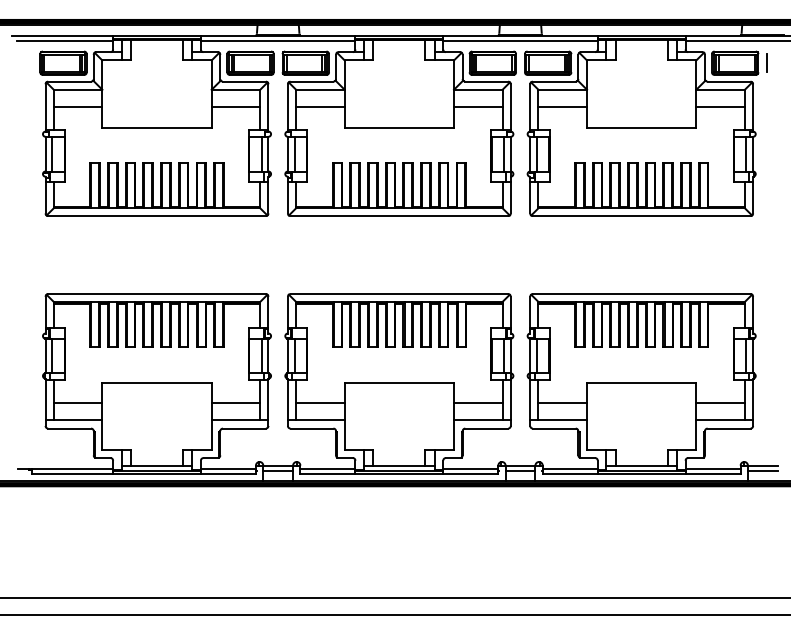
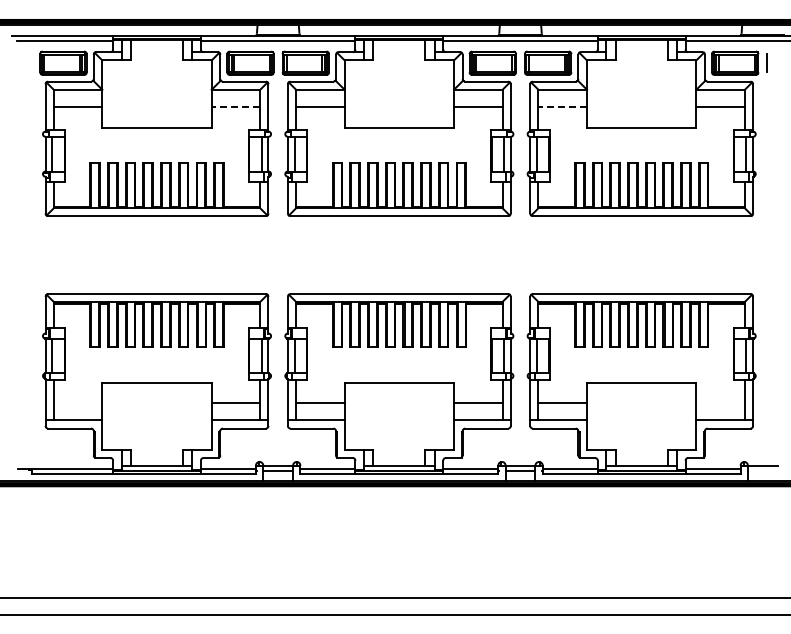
line at (235, 107): solid -> dashed
line at (562, 107): solid -> dashed
line at (77, 403): present -> none
line at (720, 403): present -> none
line at (762, 470): present -> none
